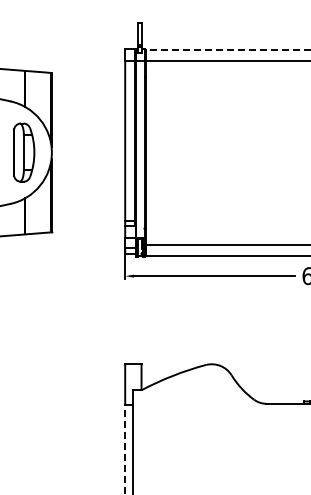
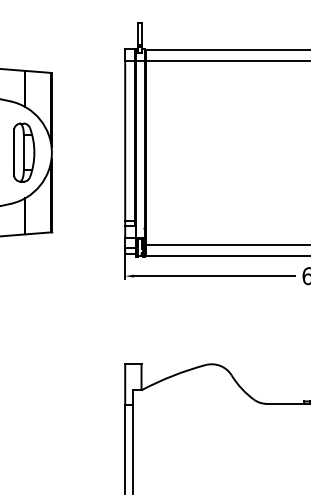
line at (227, 49): dashed -> solid
line at (125, 449): dashed -> solid
